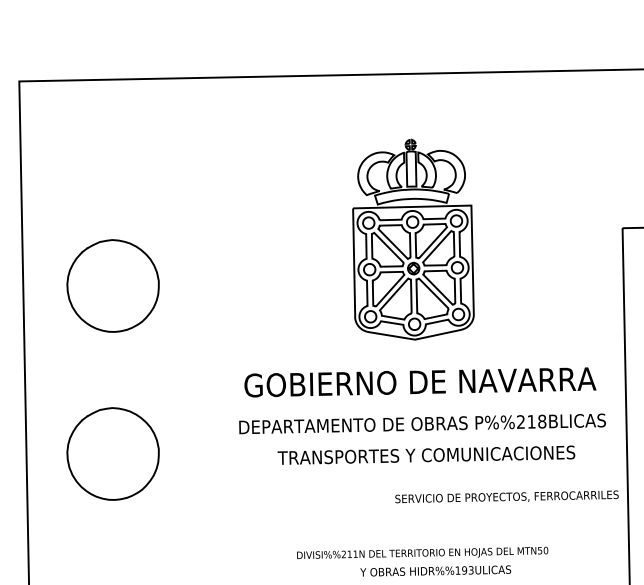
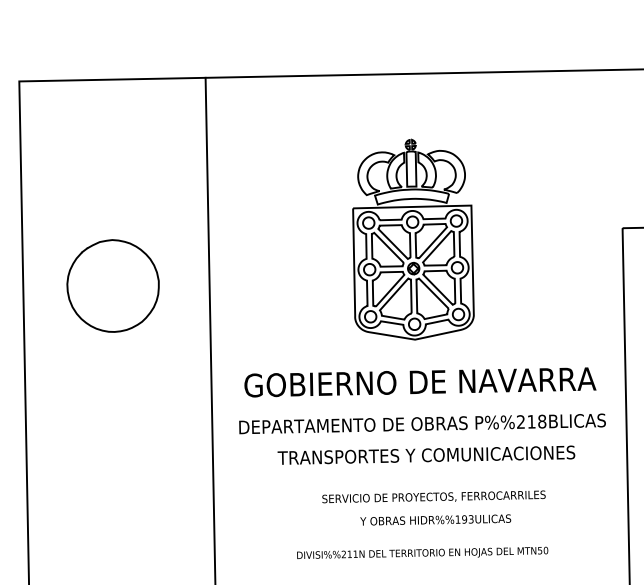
line at (210, 329): none -> present
part at (112, 453): present -> none
text at (506, 496) position: (506, 496) -> (433, 496)
text at (435, 570) position: (435, 570) -> (435, 519)
